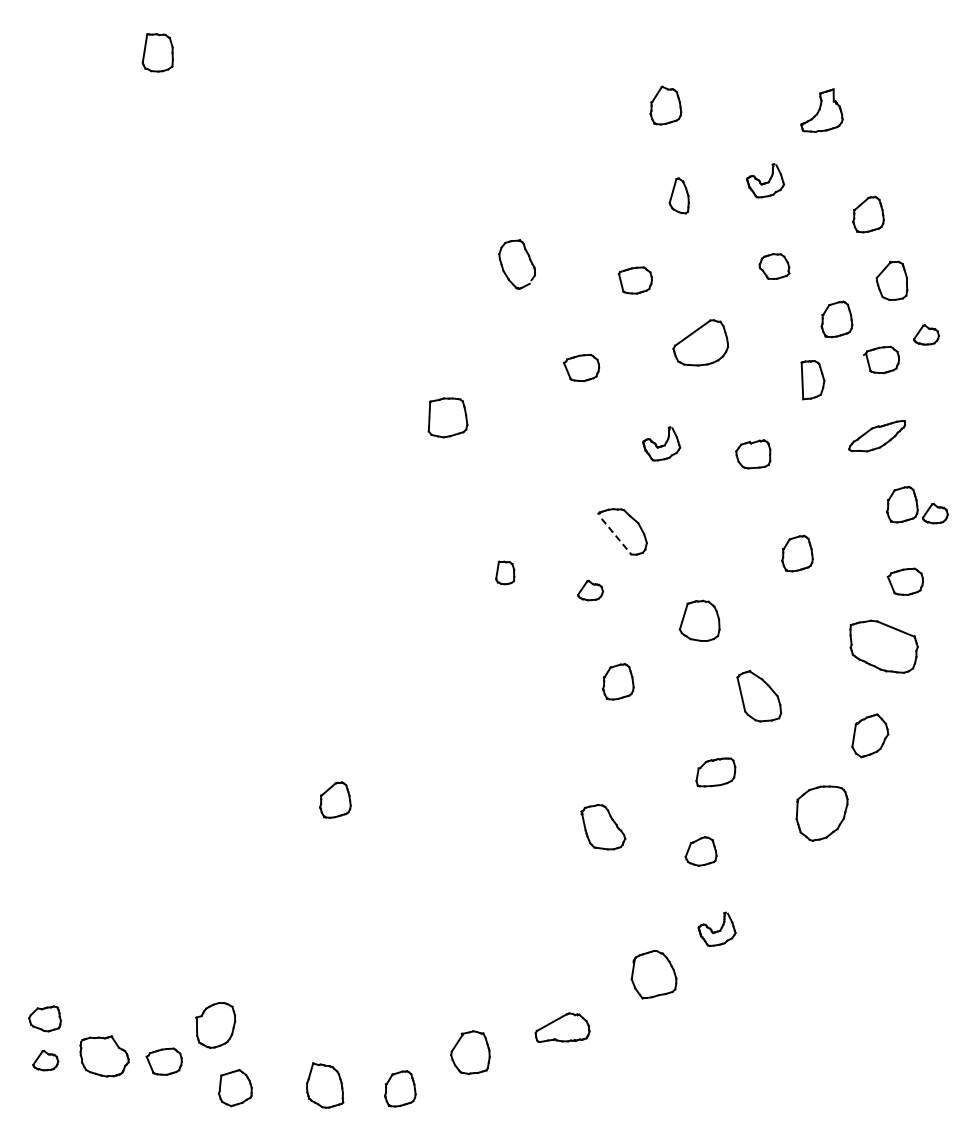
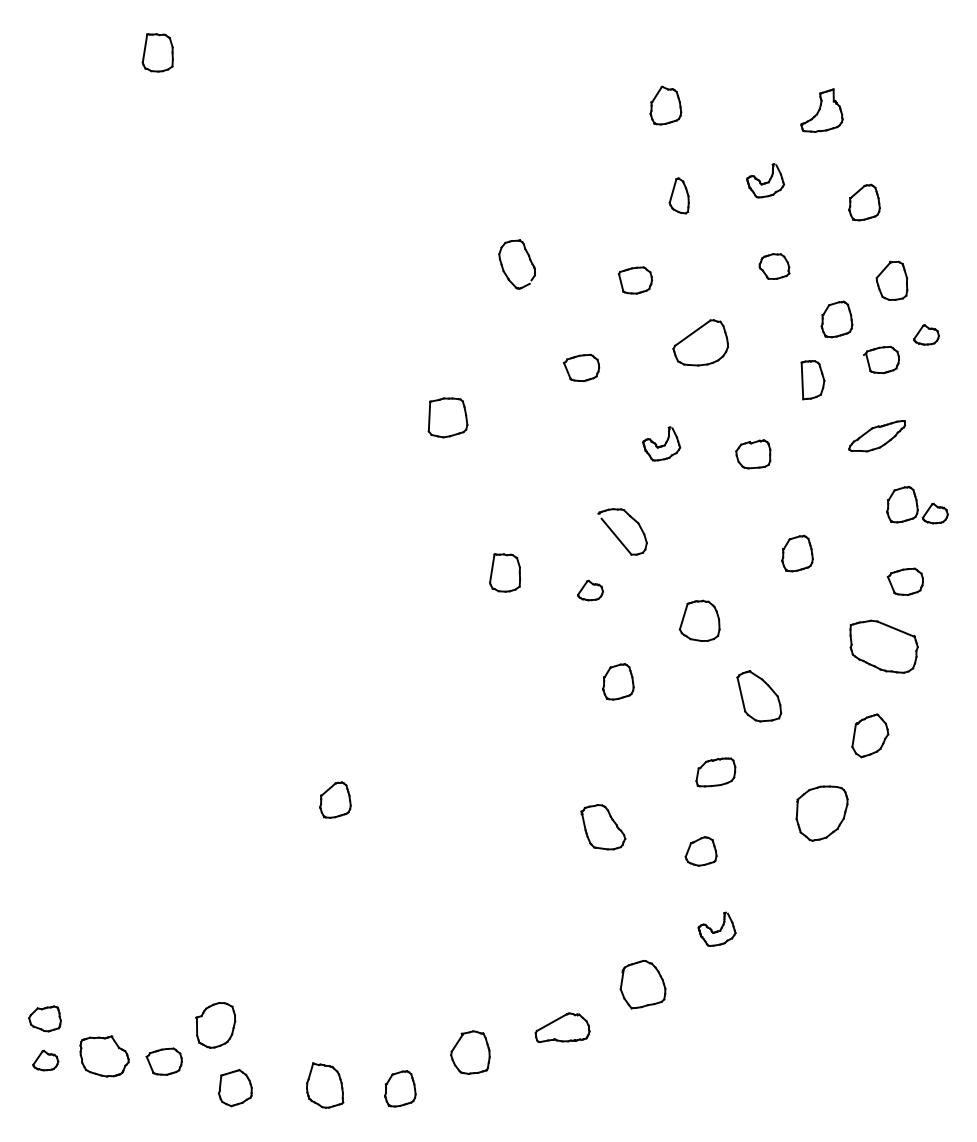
part at (868, 214) position: (868, 214) -> (864, 202)
line at (616, 537): dashed -> solid
part at (505, 572) size: 21x26 px -> 33x40 px
part at (653, 974) position: (653, 974) -> (642, 984)
